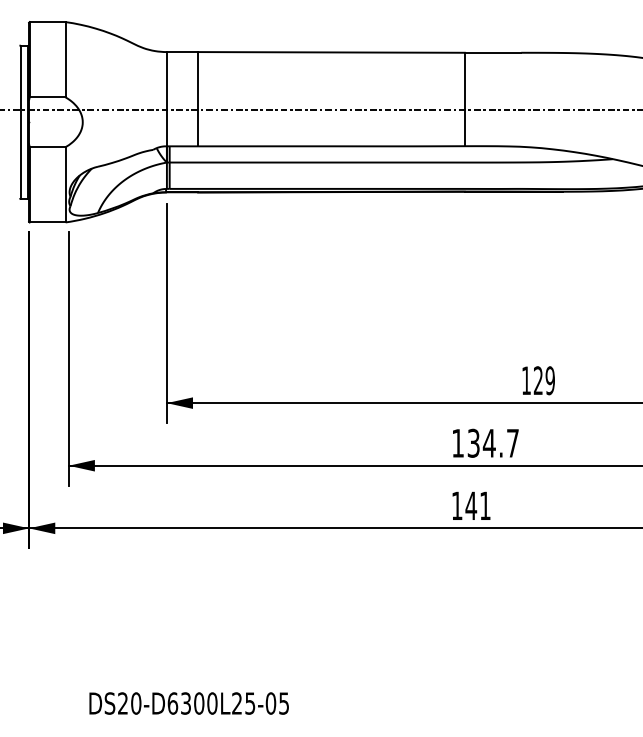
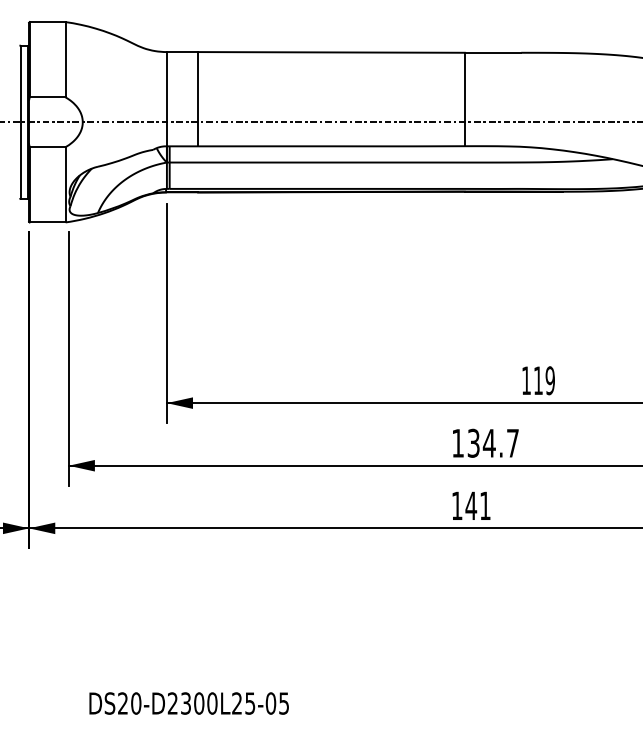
line at (320, 110) position: (320, 110) -> (320, 122)
text at (537, 380): 129 -> 119
text at (172, 703): DS20-D6300L25-05 -> DS20-D2300L25-05
